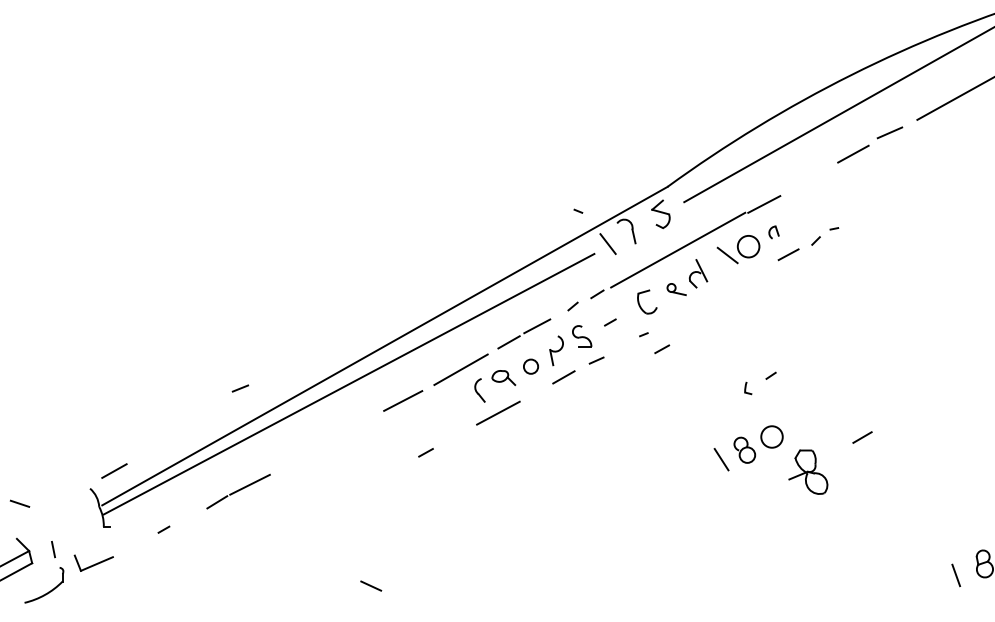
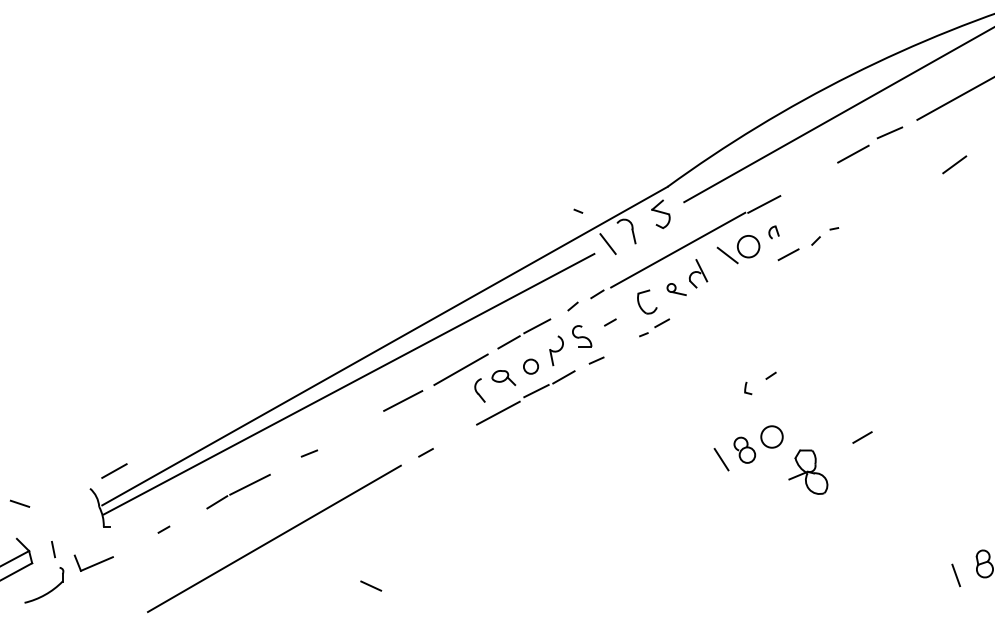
line at (954, 164): none -> present
line at (662, 349) position: (662, 349) -> (662, 323)
line at (240, 388) position: (240, 388) -> (309, 453)
line at (536, 391): none -> present
line at (273, 538): none -> present
